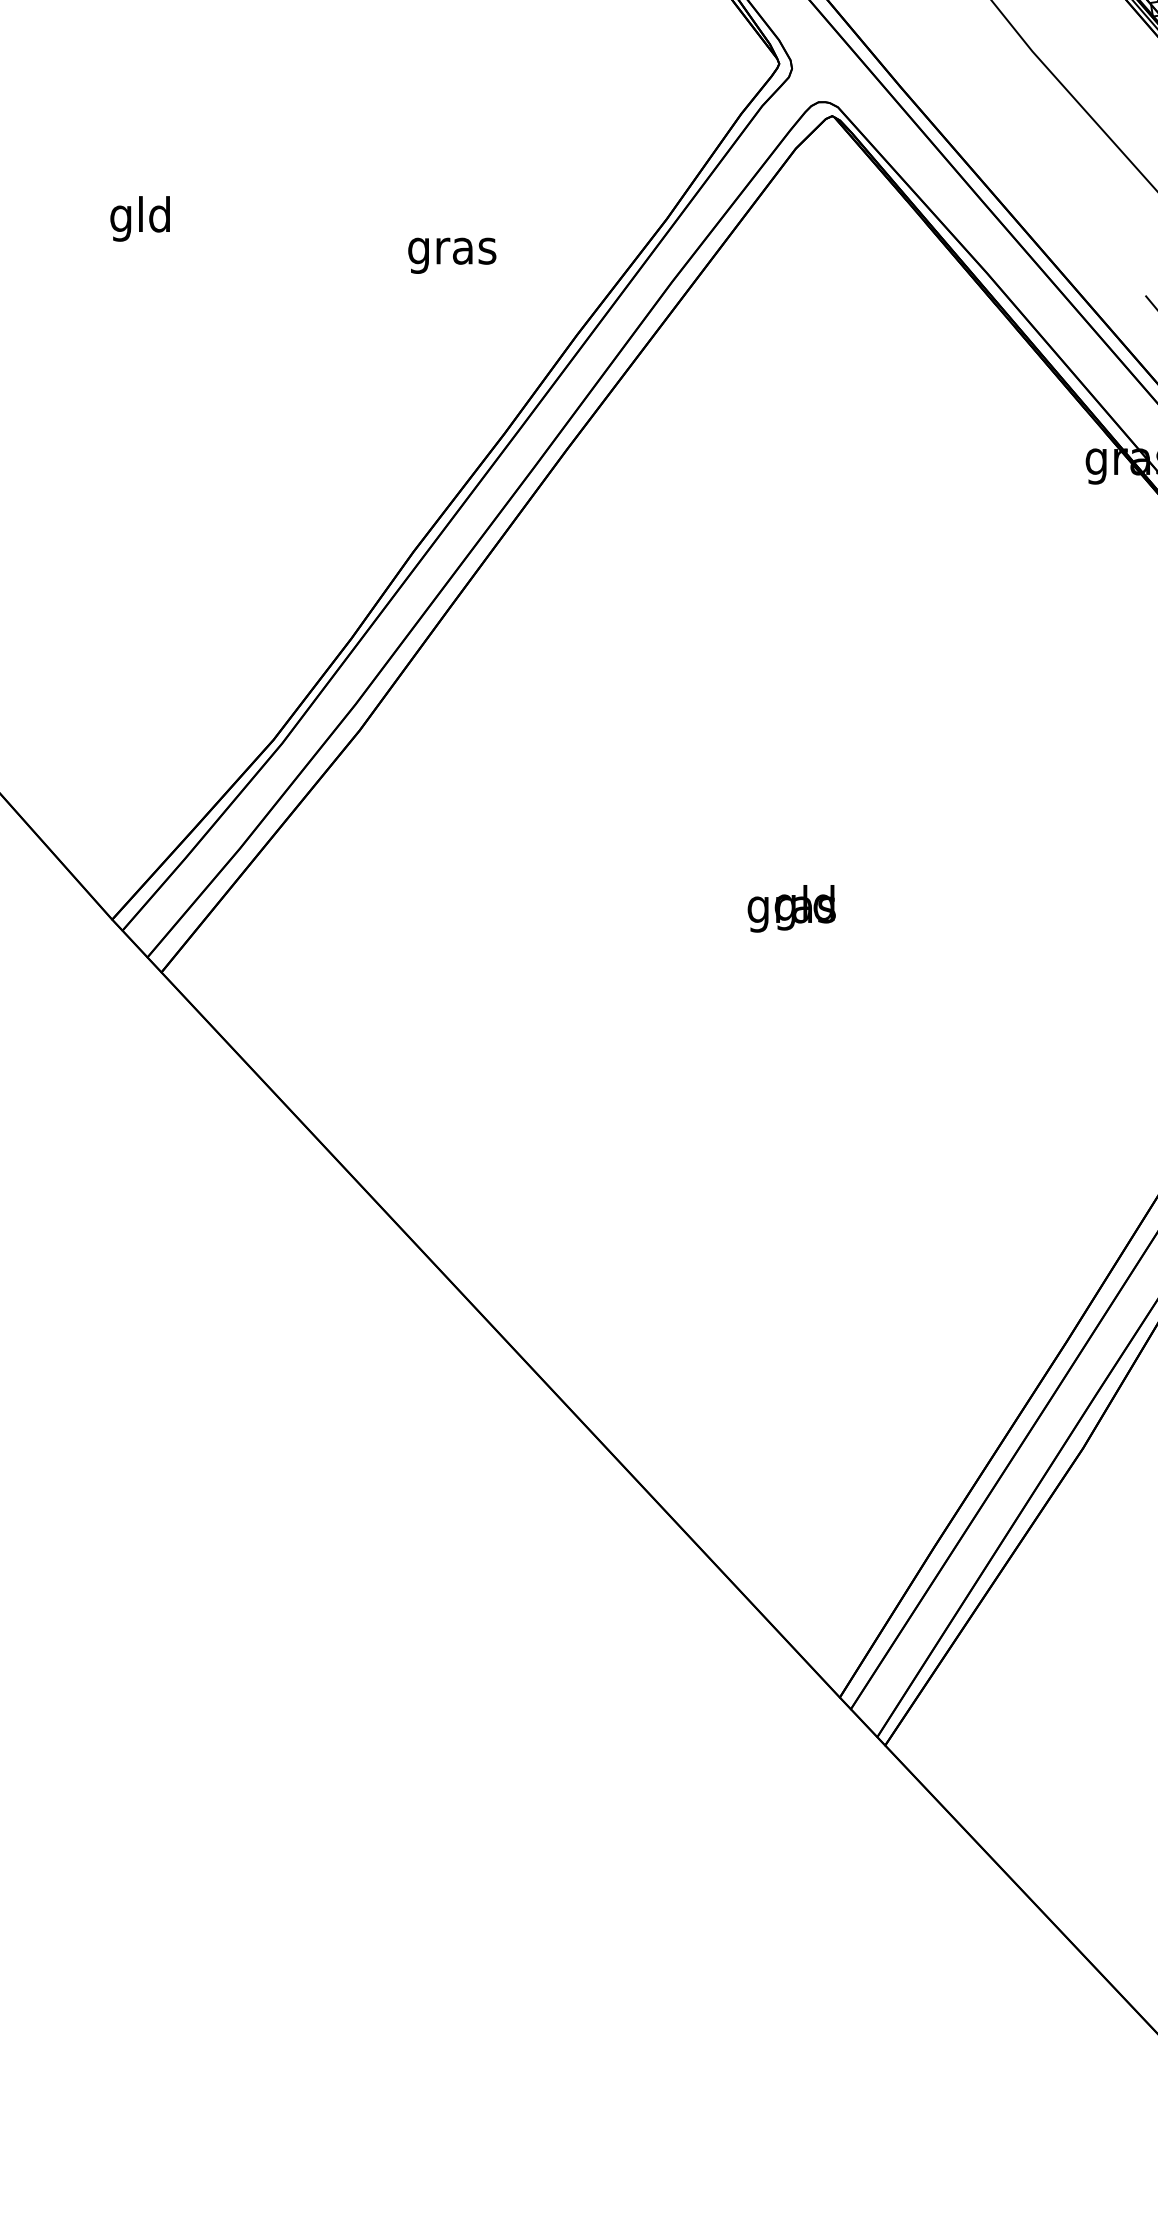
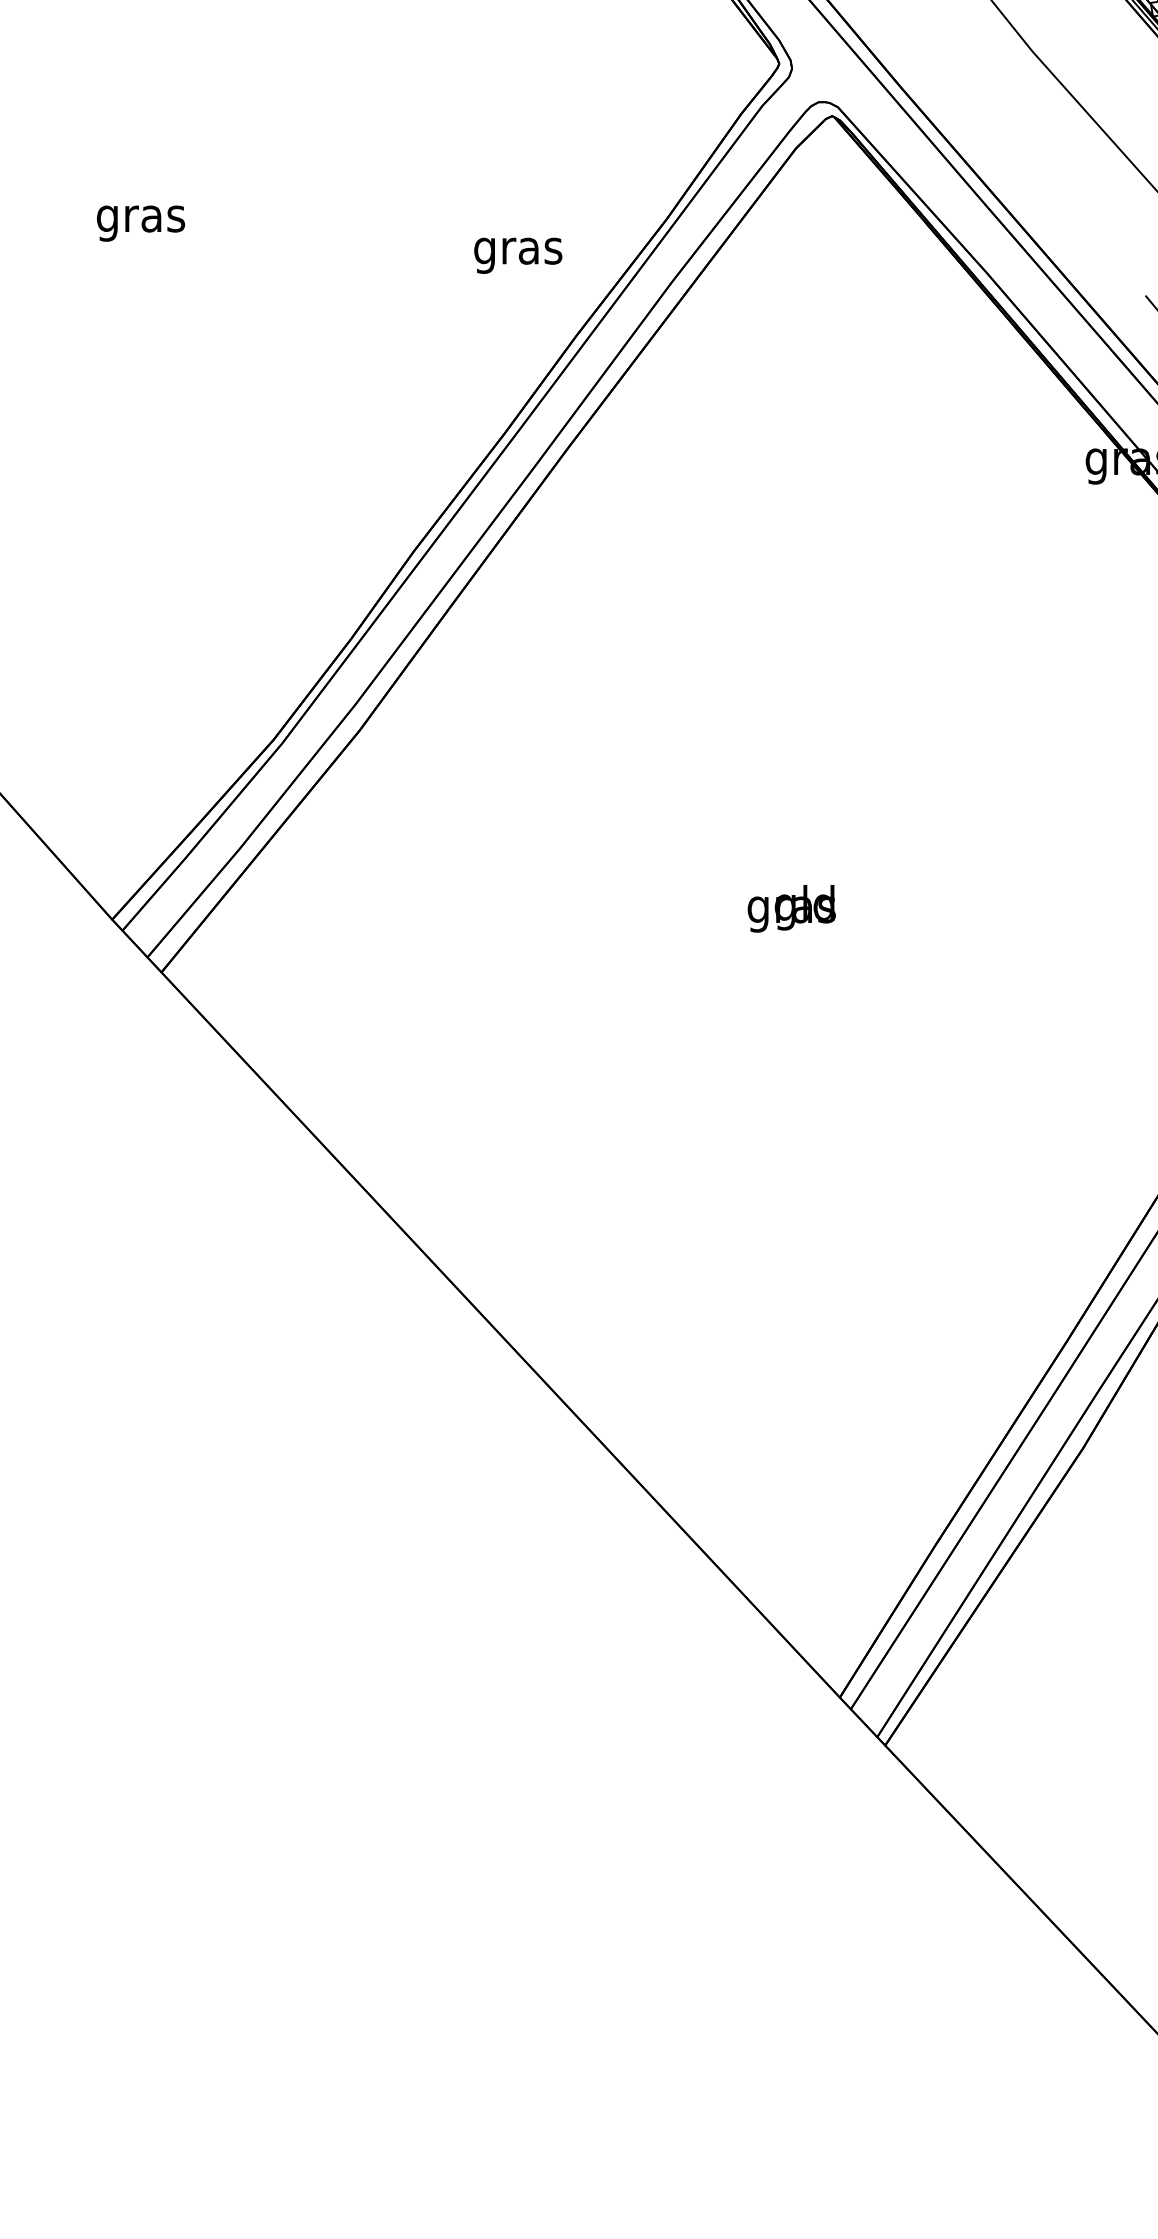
text at (141, 218): gld -> gras
text at (452, 255) position: (452, 255) -> (518, 255)
